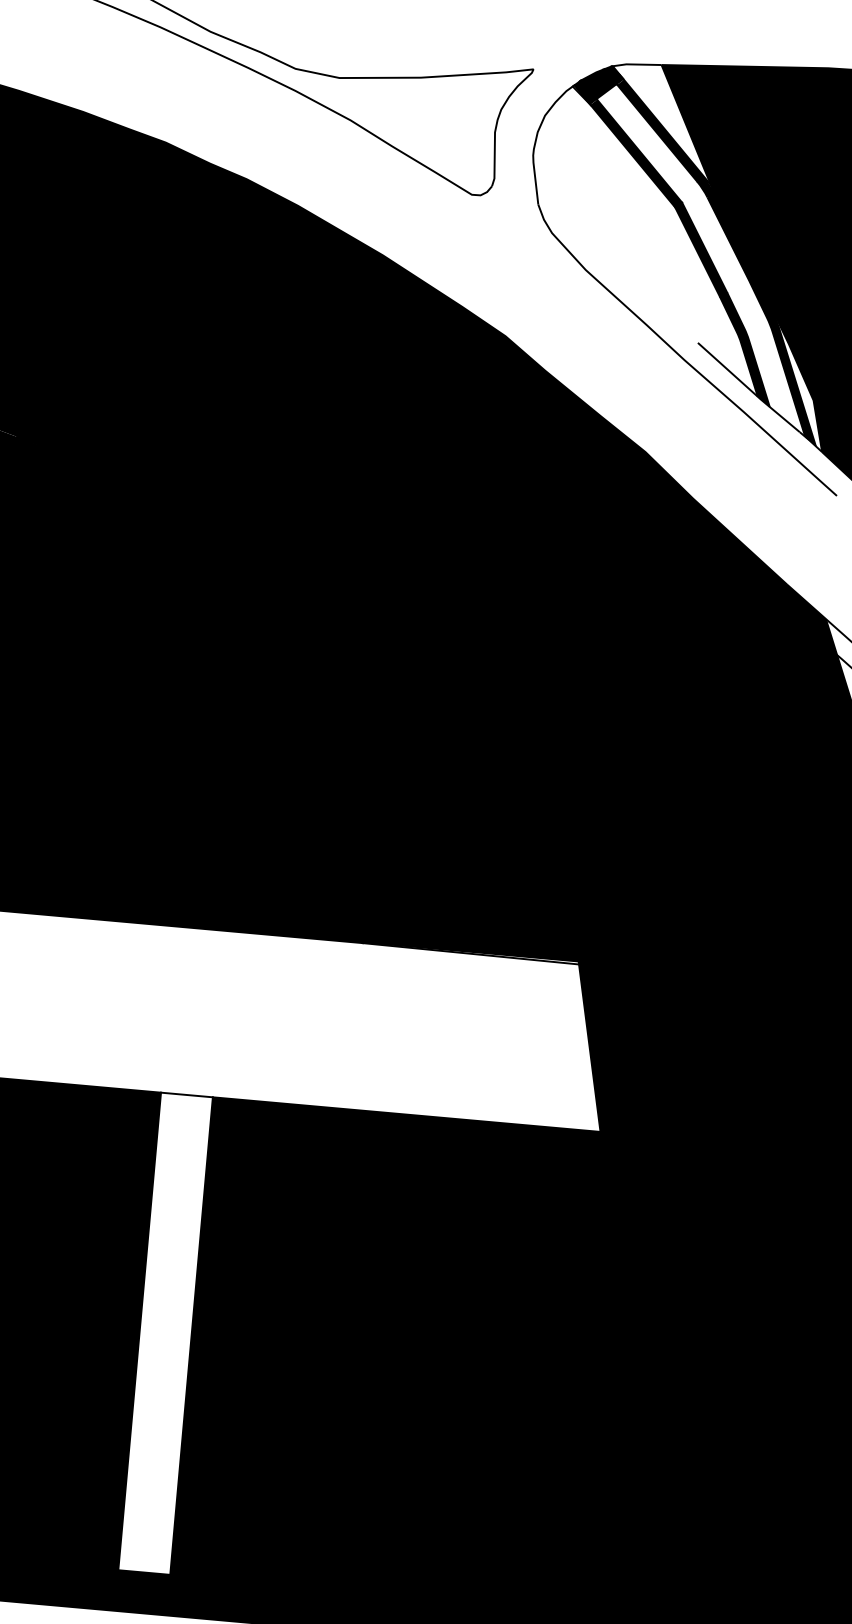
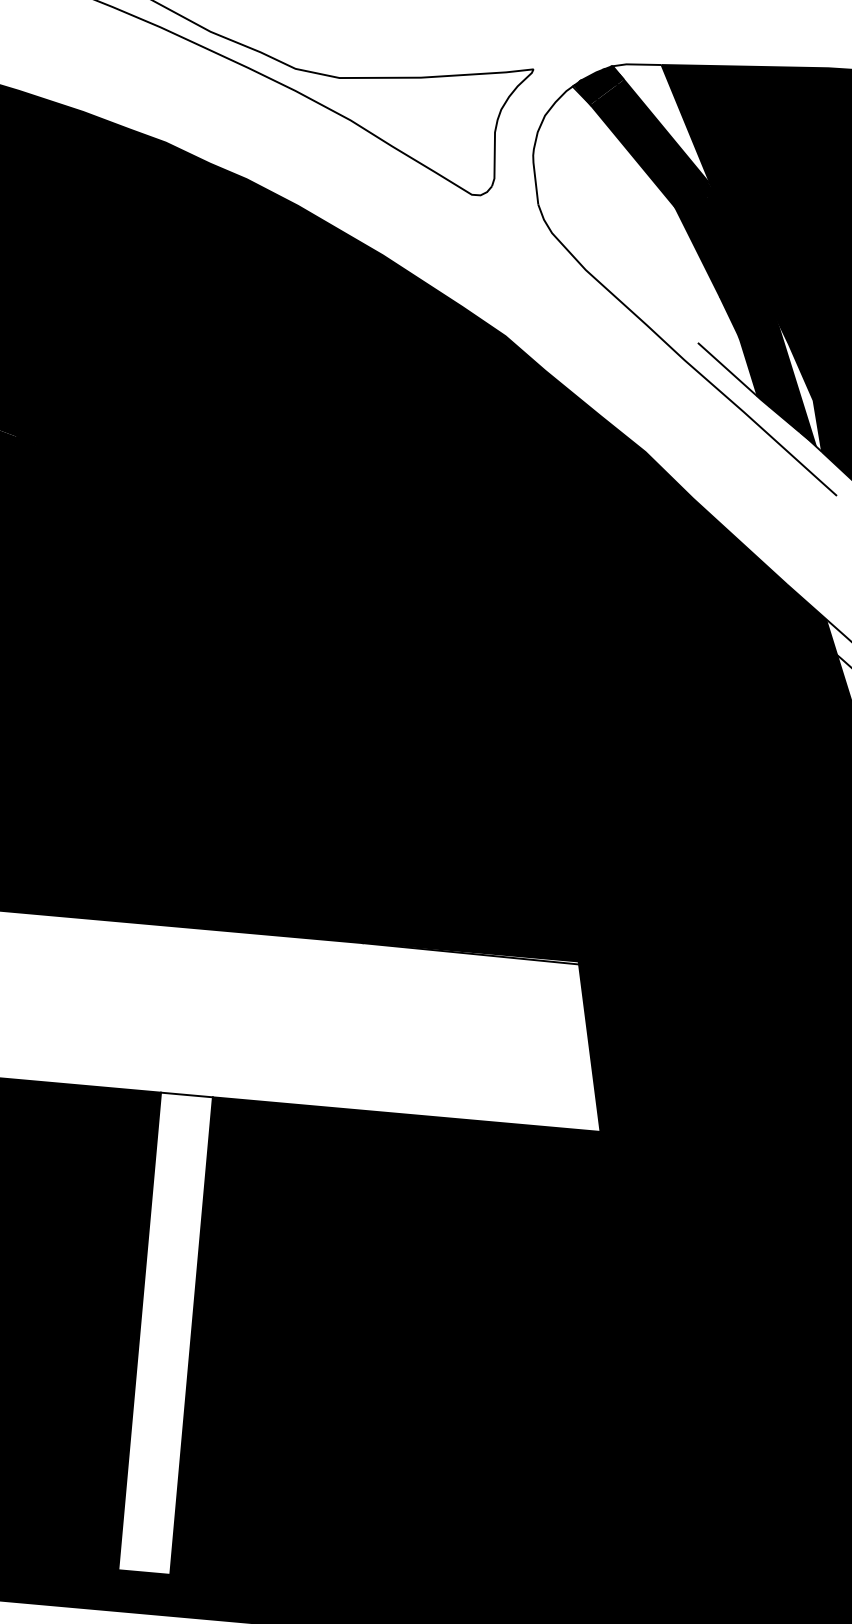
fill at (701, 260): none -> present
